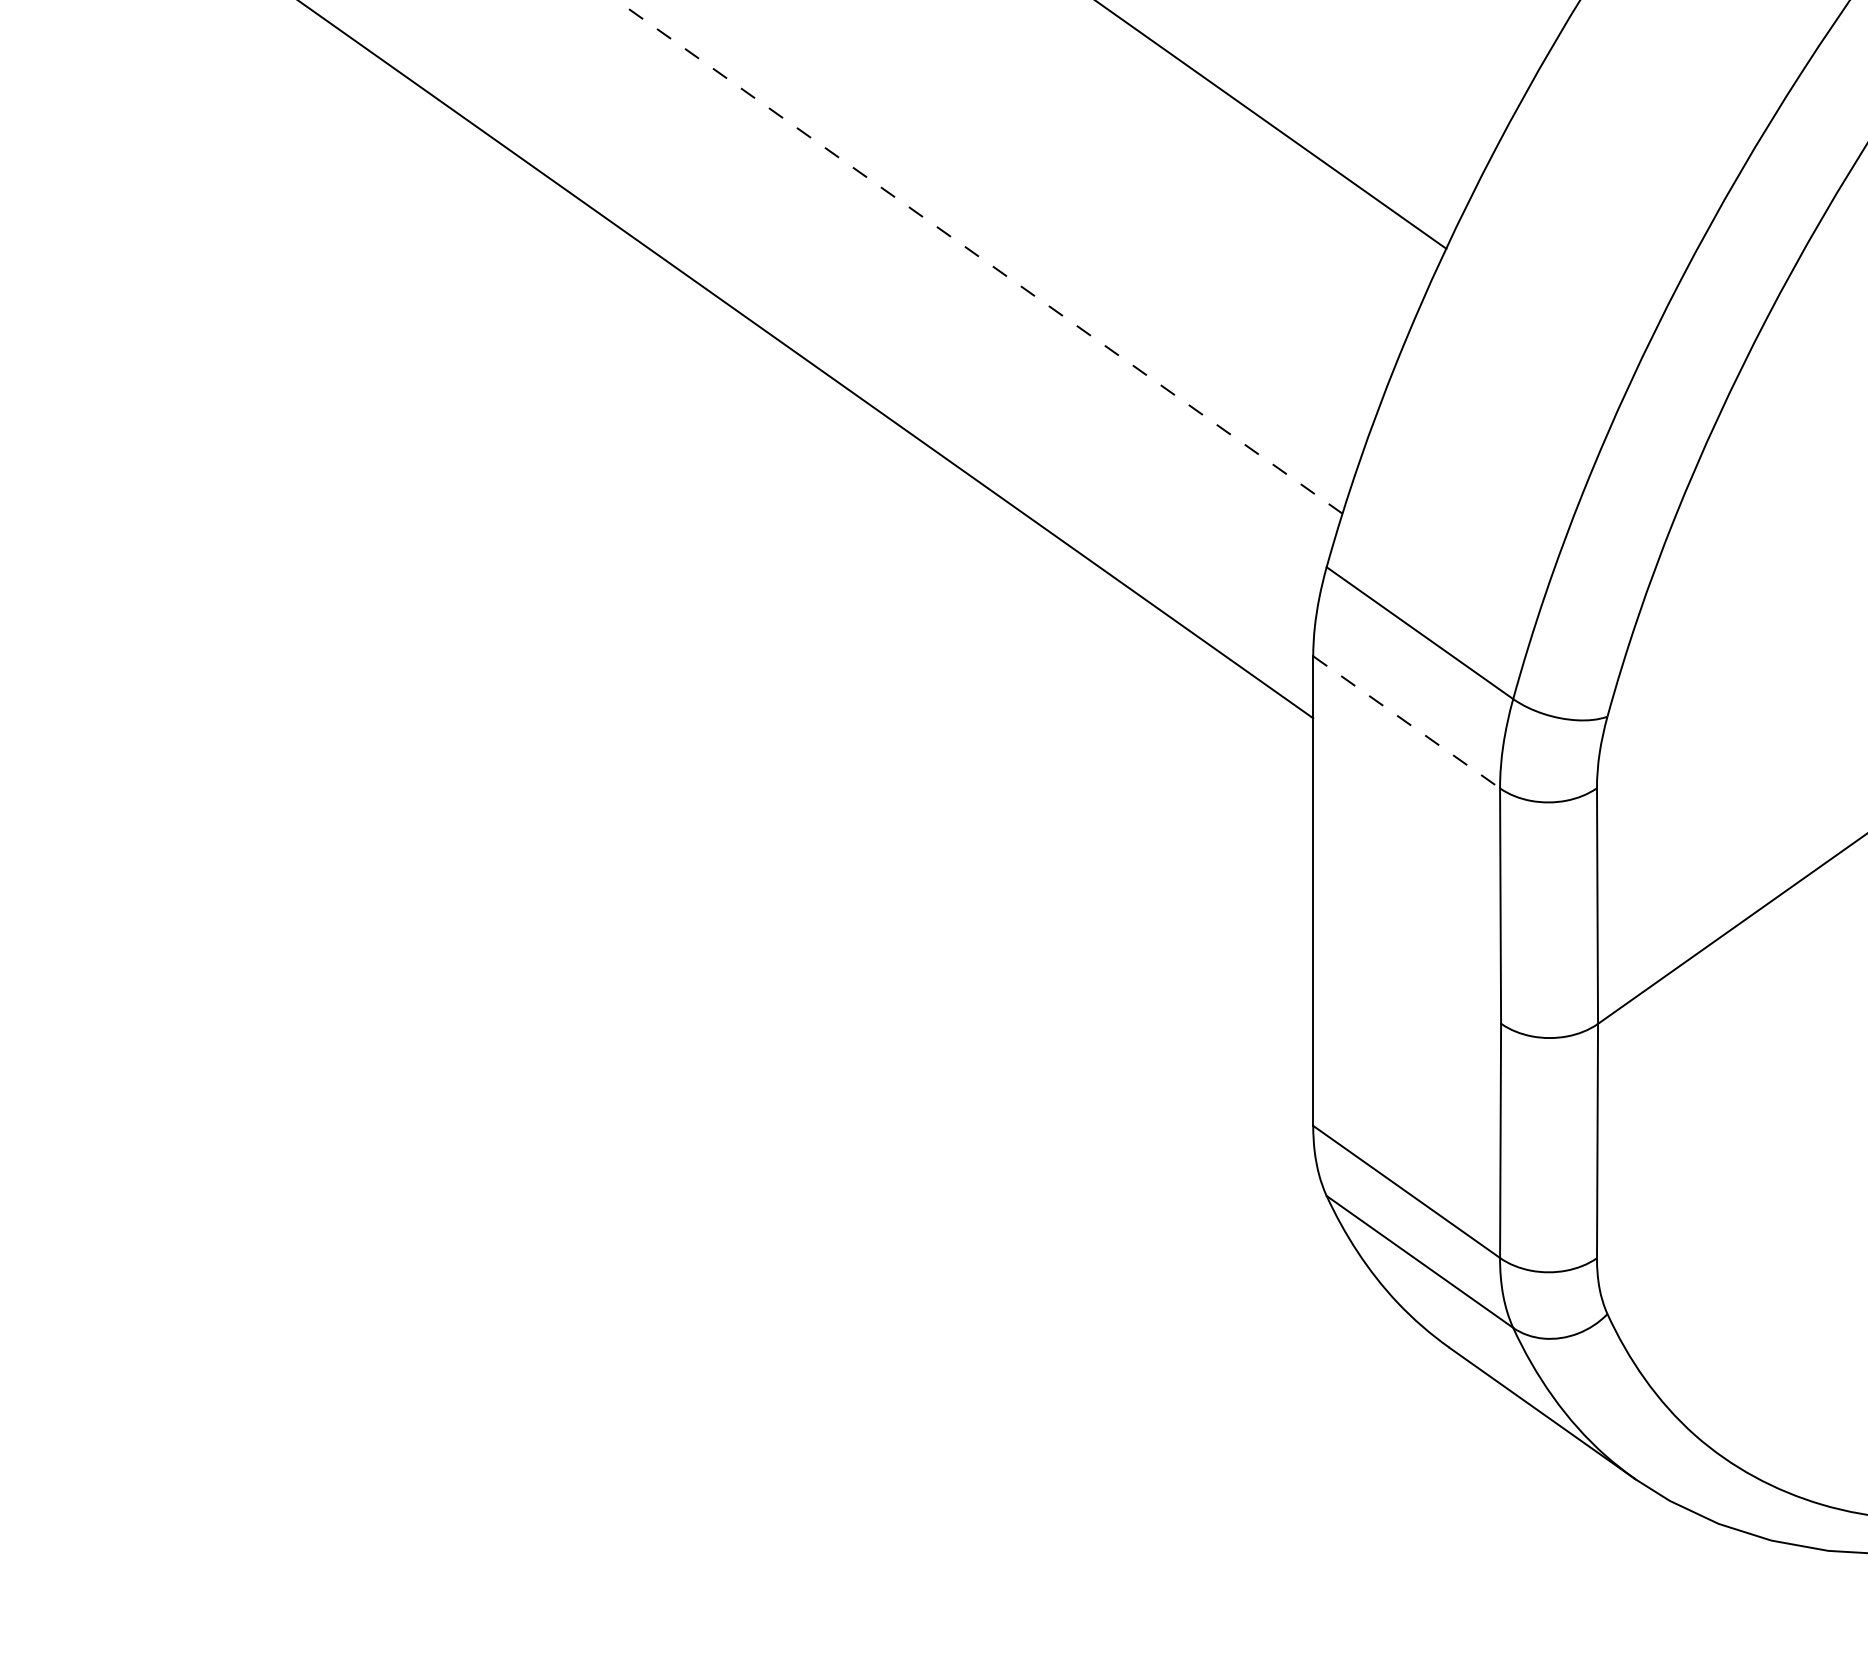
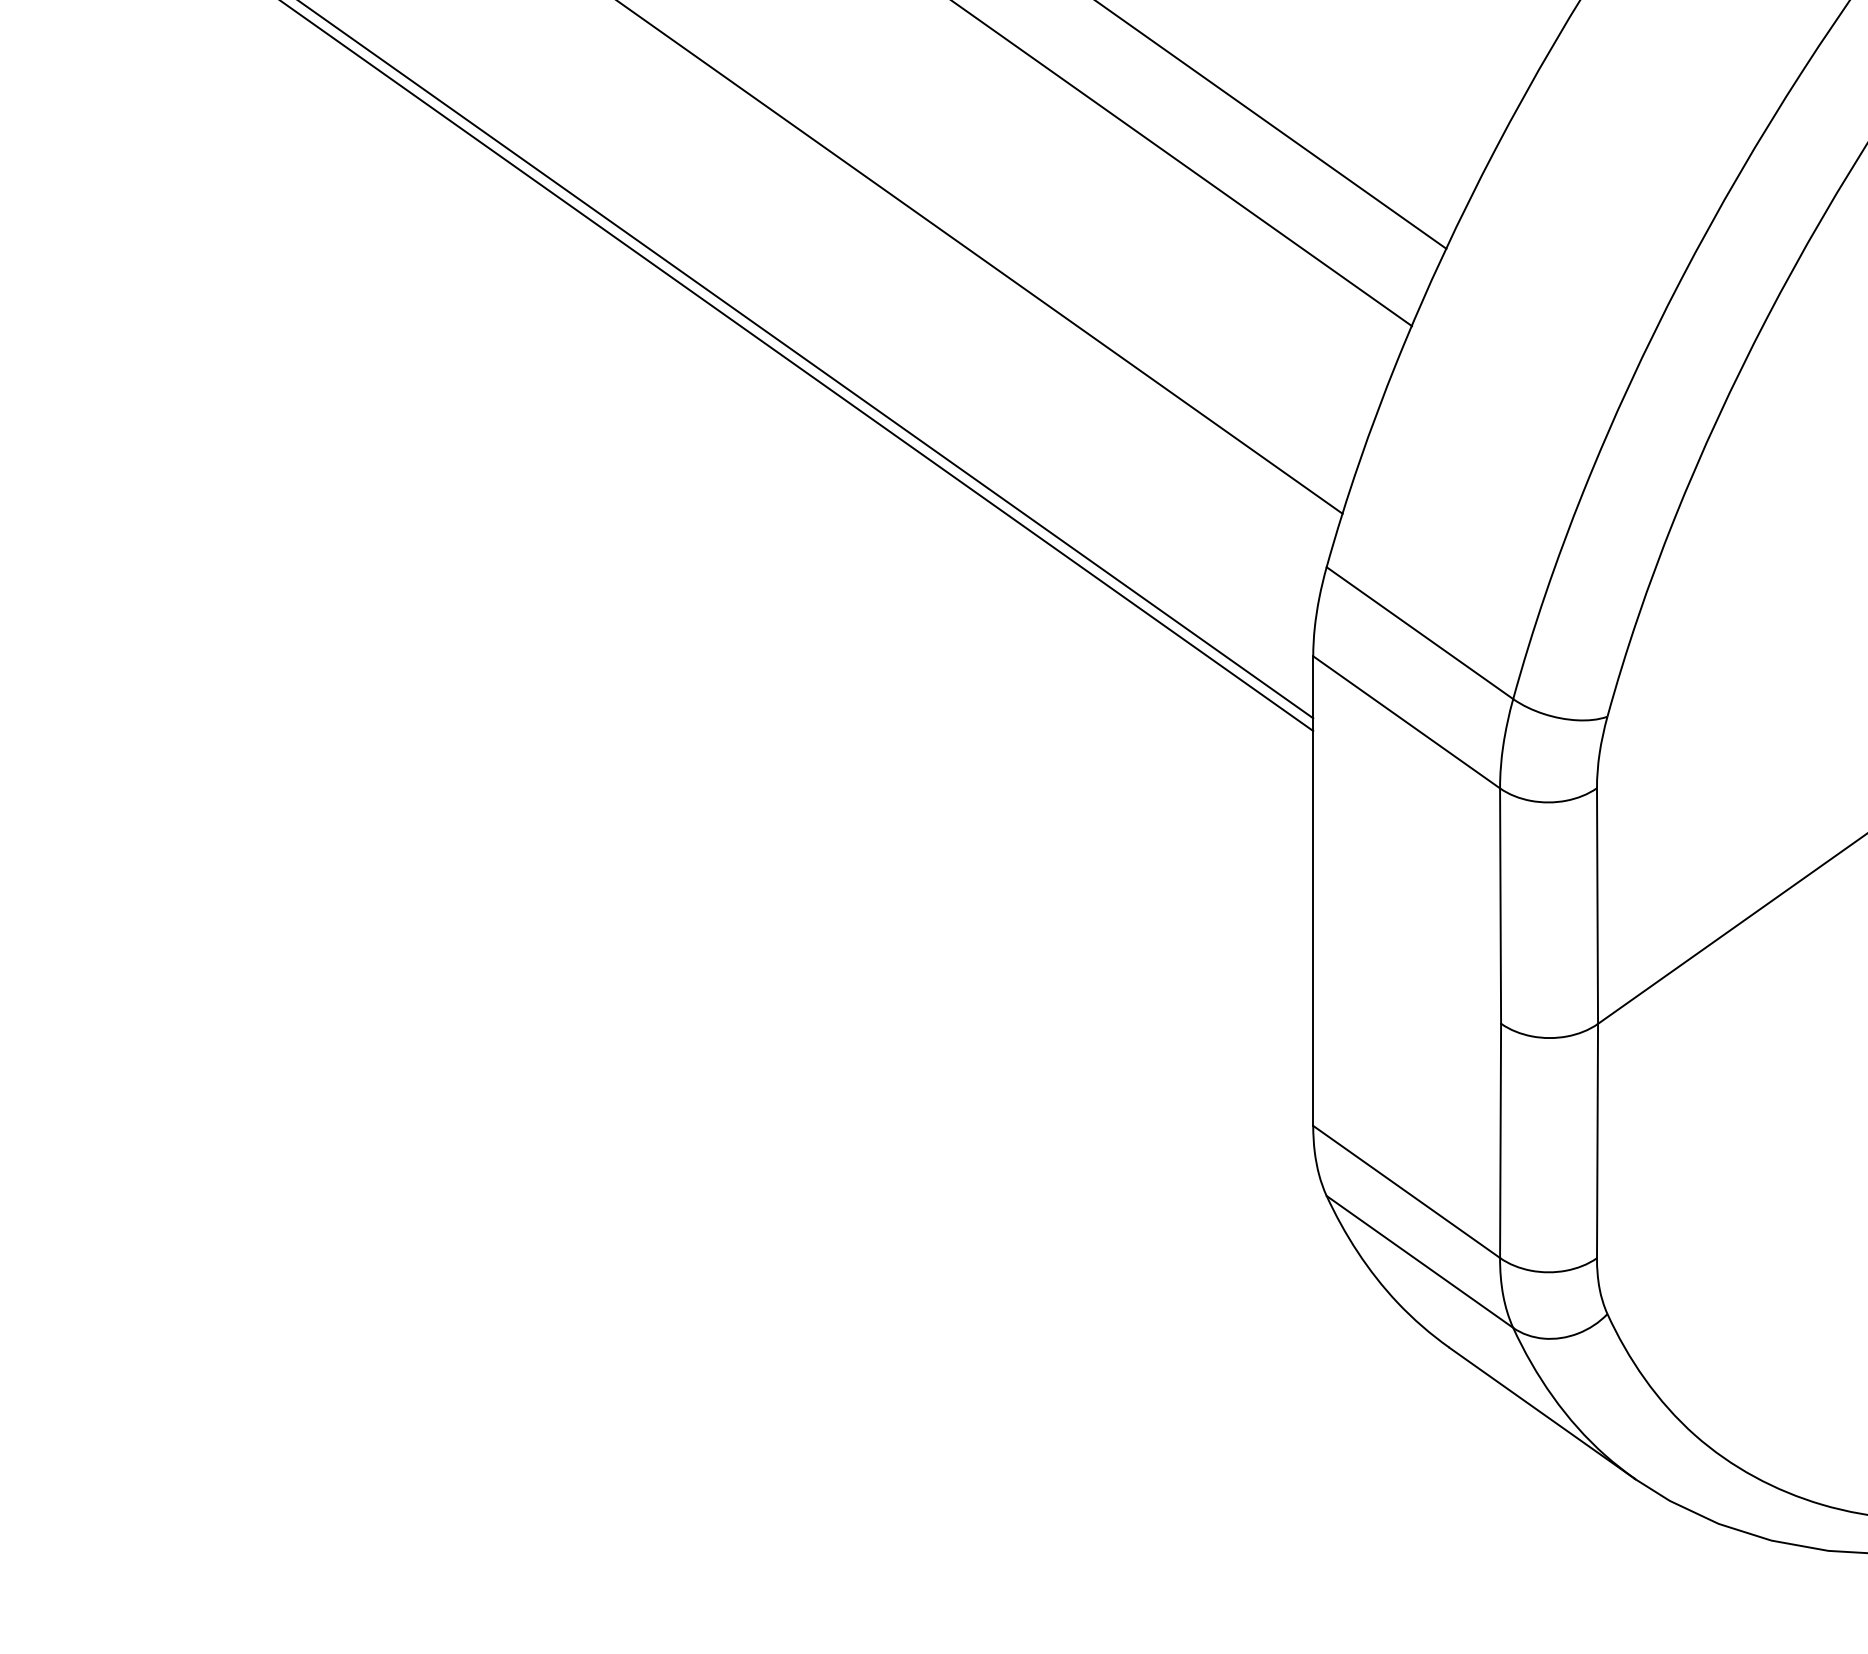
line at (1182, 164): none -> present
line at (979, 256): dashed -> solid
line at (797, 366): none -> present
line at (1407, 722): dashed -> solid
